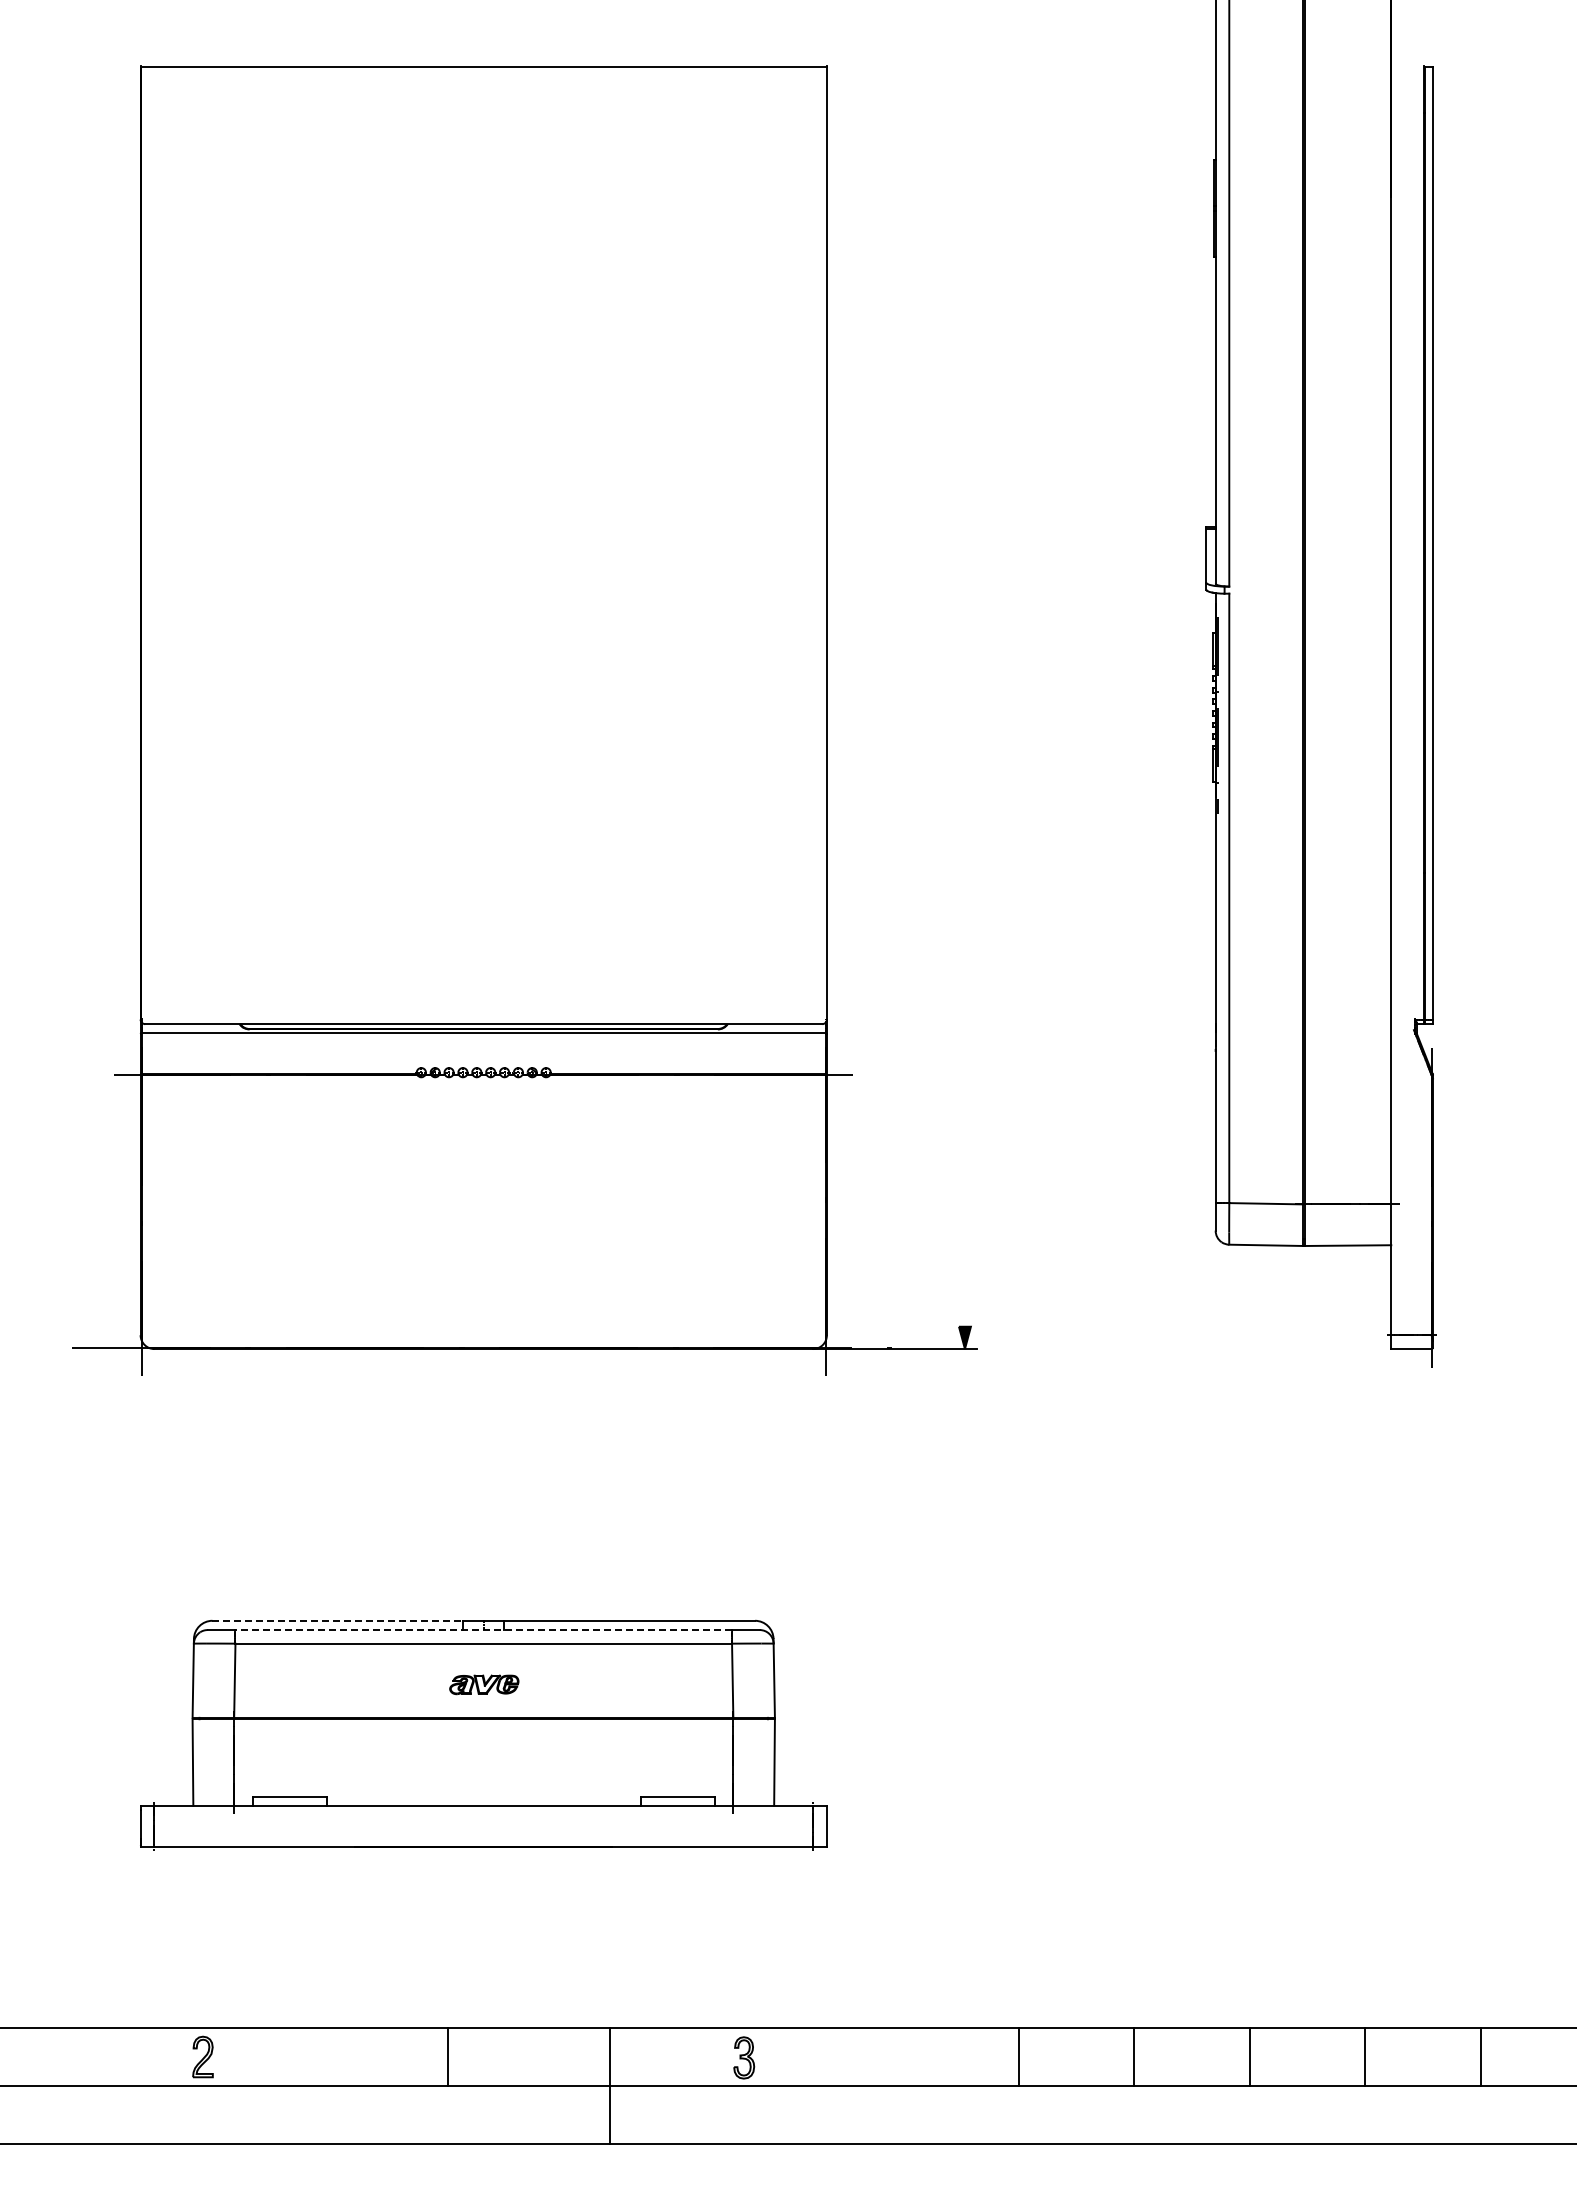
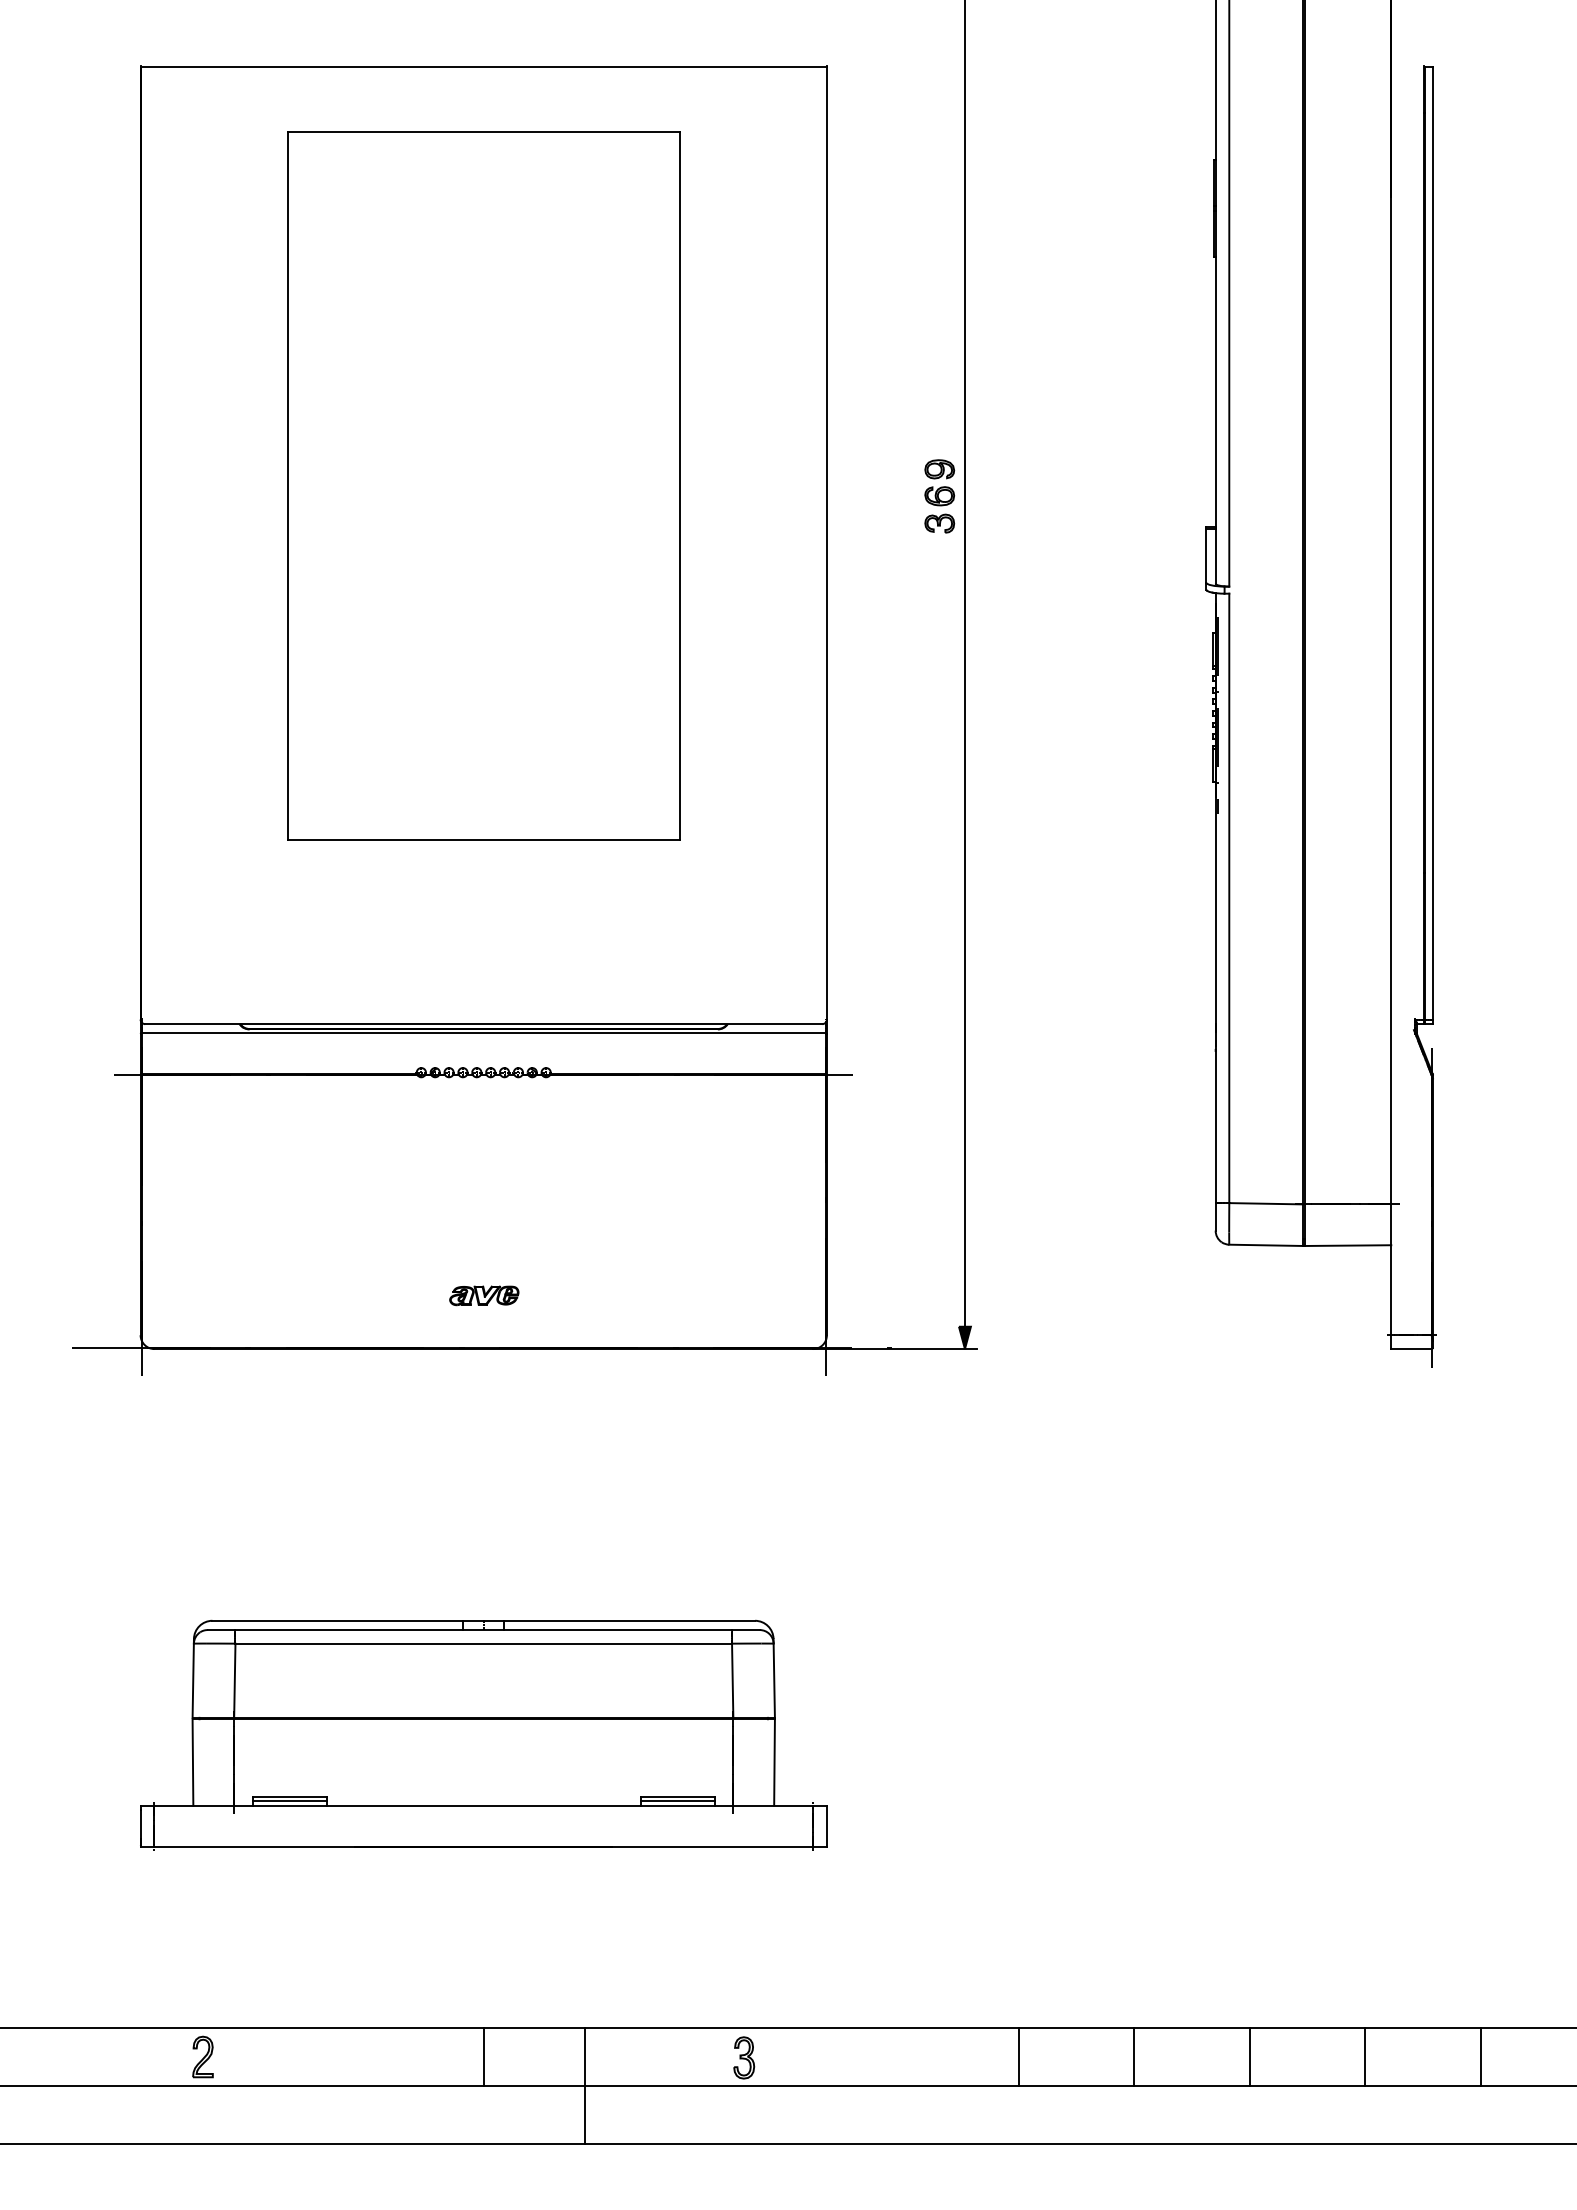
part at (483, 485): none -> present
part at (939, 496): none -> present
line at (964, 664): none -> present
line at (338, 1620): dashed -> solid
line at (483, 1630): dashed -> solid
part at (484, 1684) position: (484, 1684) -> (484, 1295)
line at (289, 1801): none -> present
line at (677, 1801): none -> present
line at (448, 2056) position: (448, 2056) -> (484, 2056)
line at (610, 2085) position: (610, 2085) -> (585, 2085)
